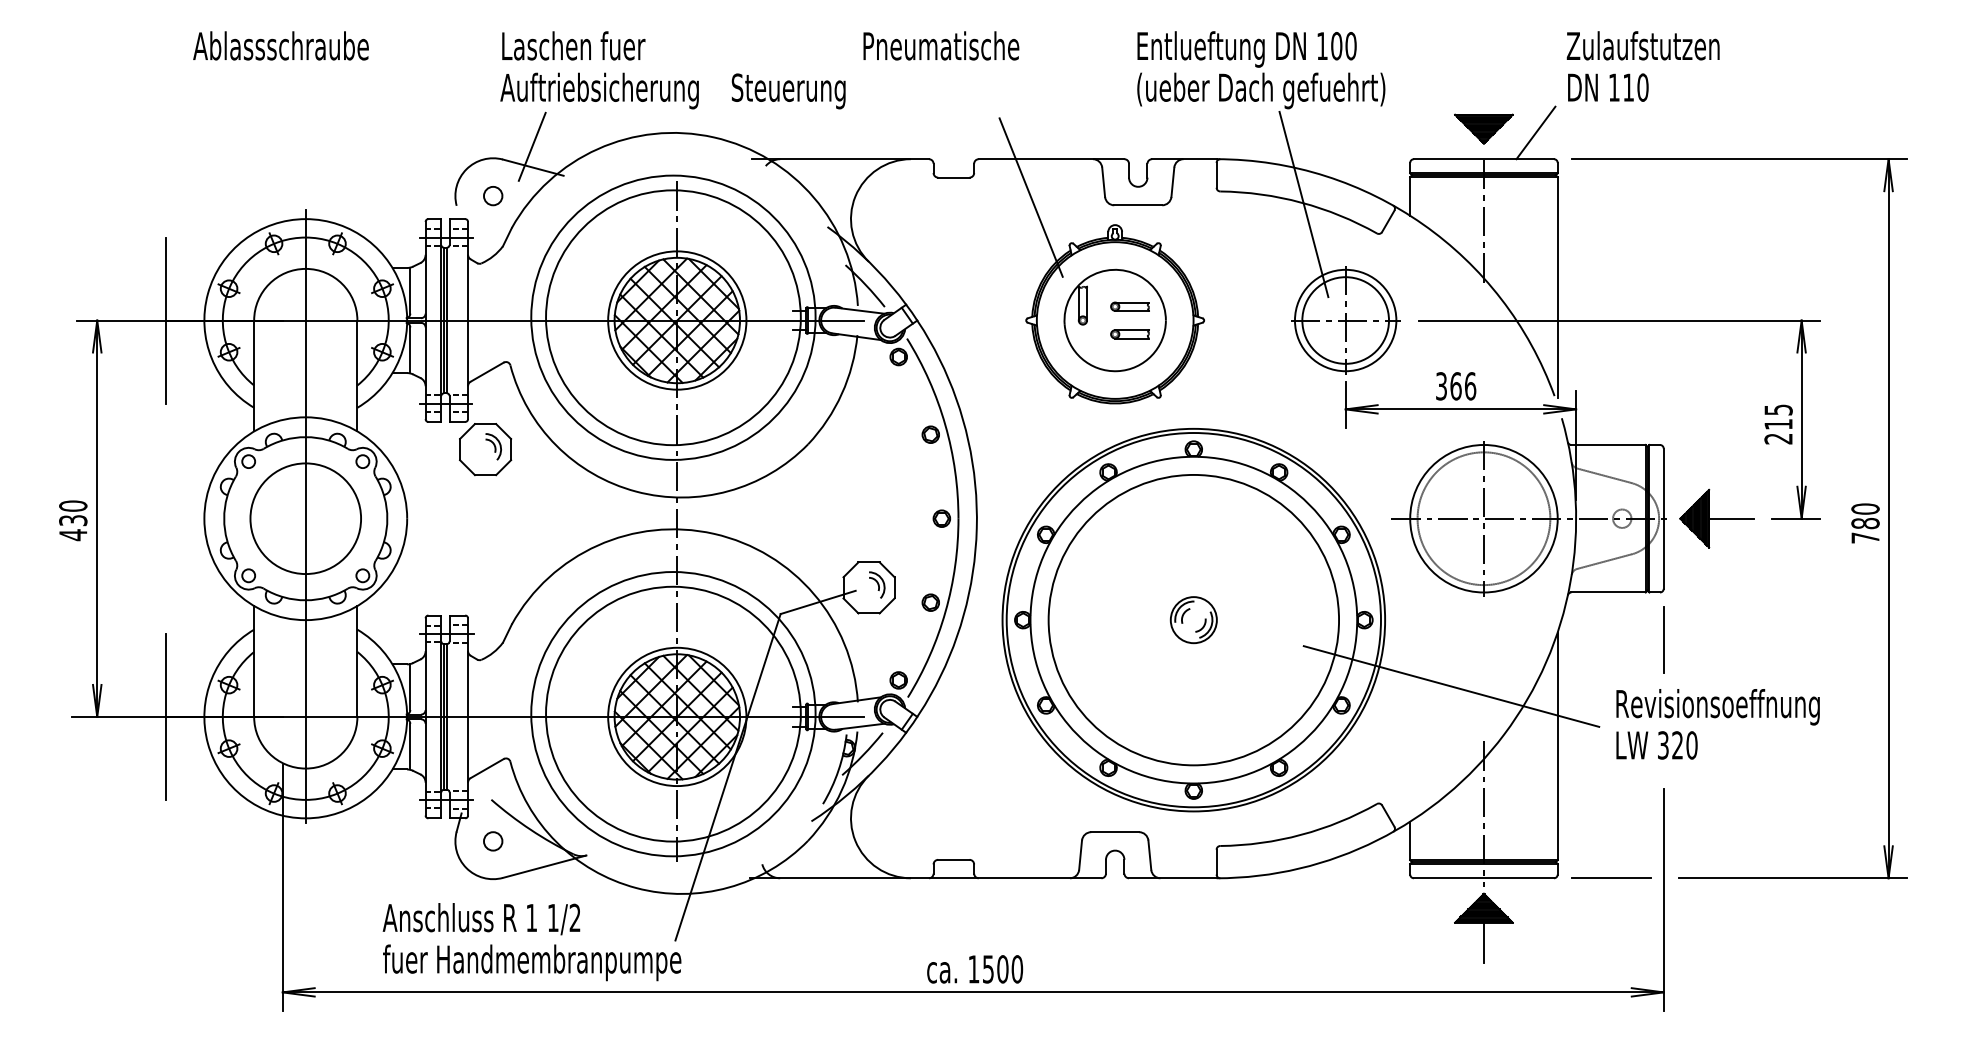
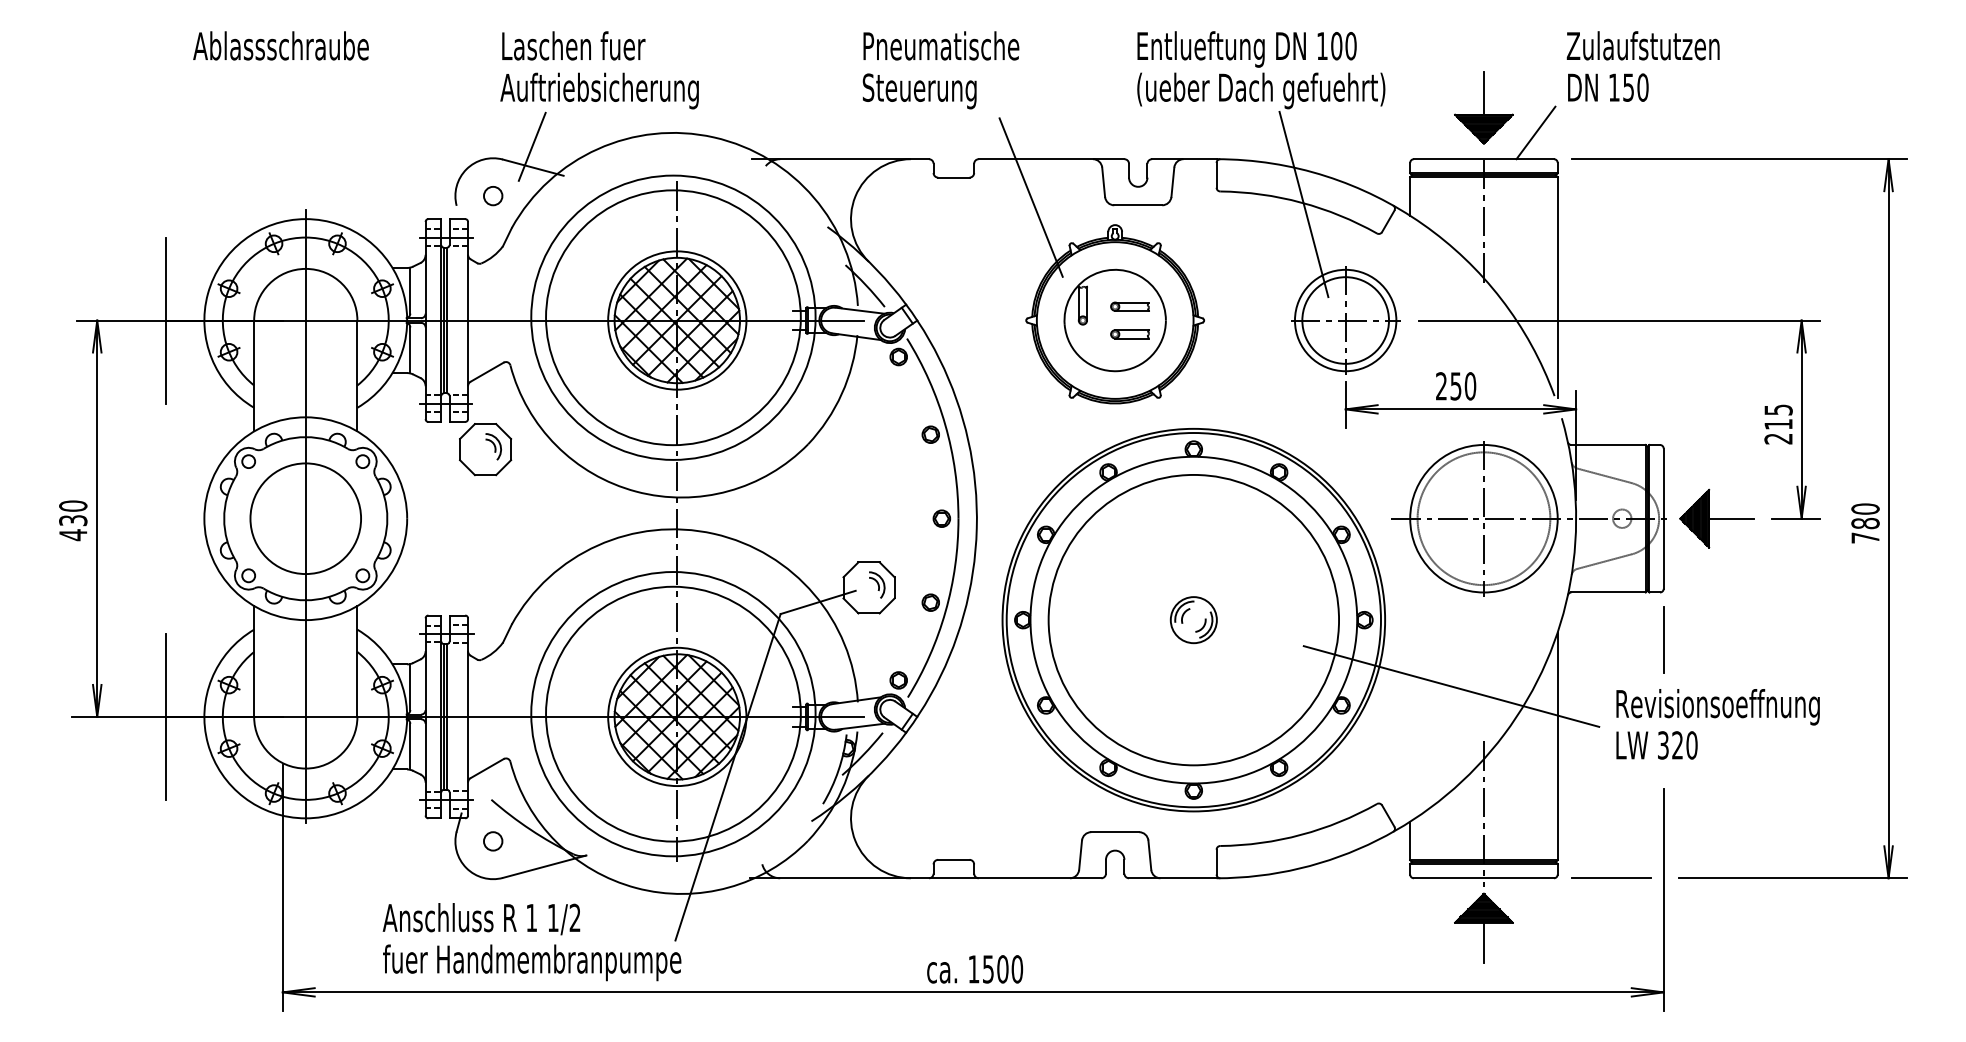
text at (1628, 87): 110 -> 150
text at (788, 91) position: (788, 91) -> (919, 91)
line at (1483, 92): none -> present
text at (1456, 386): 366 -> 250
